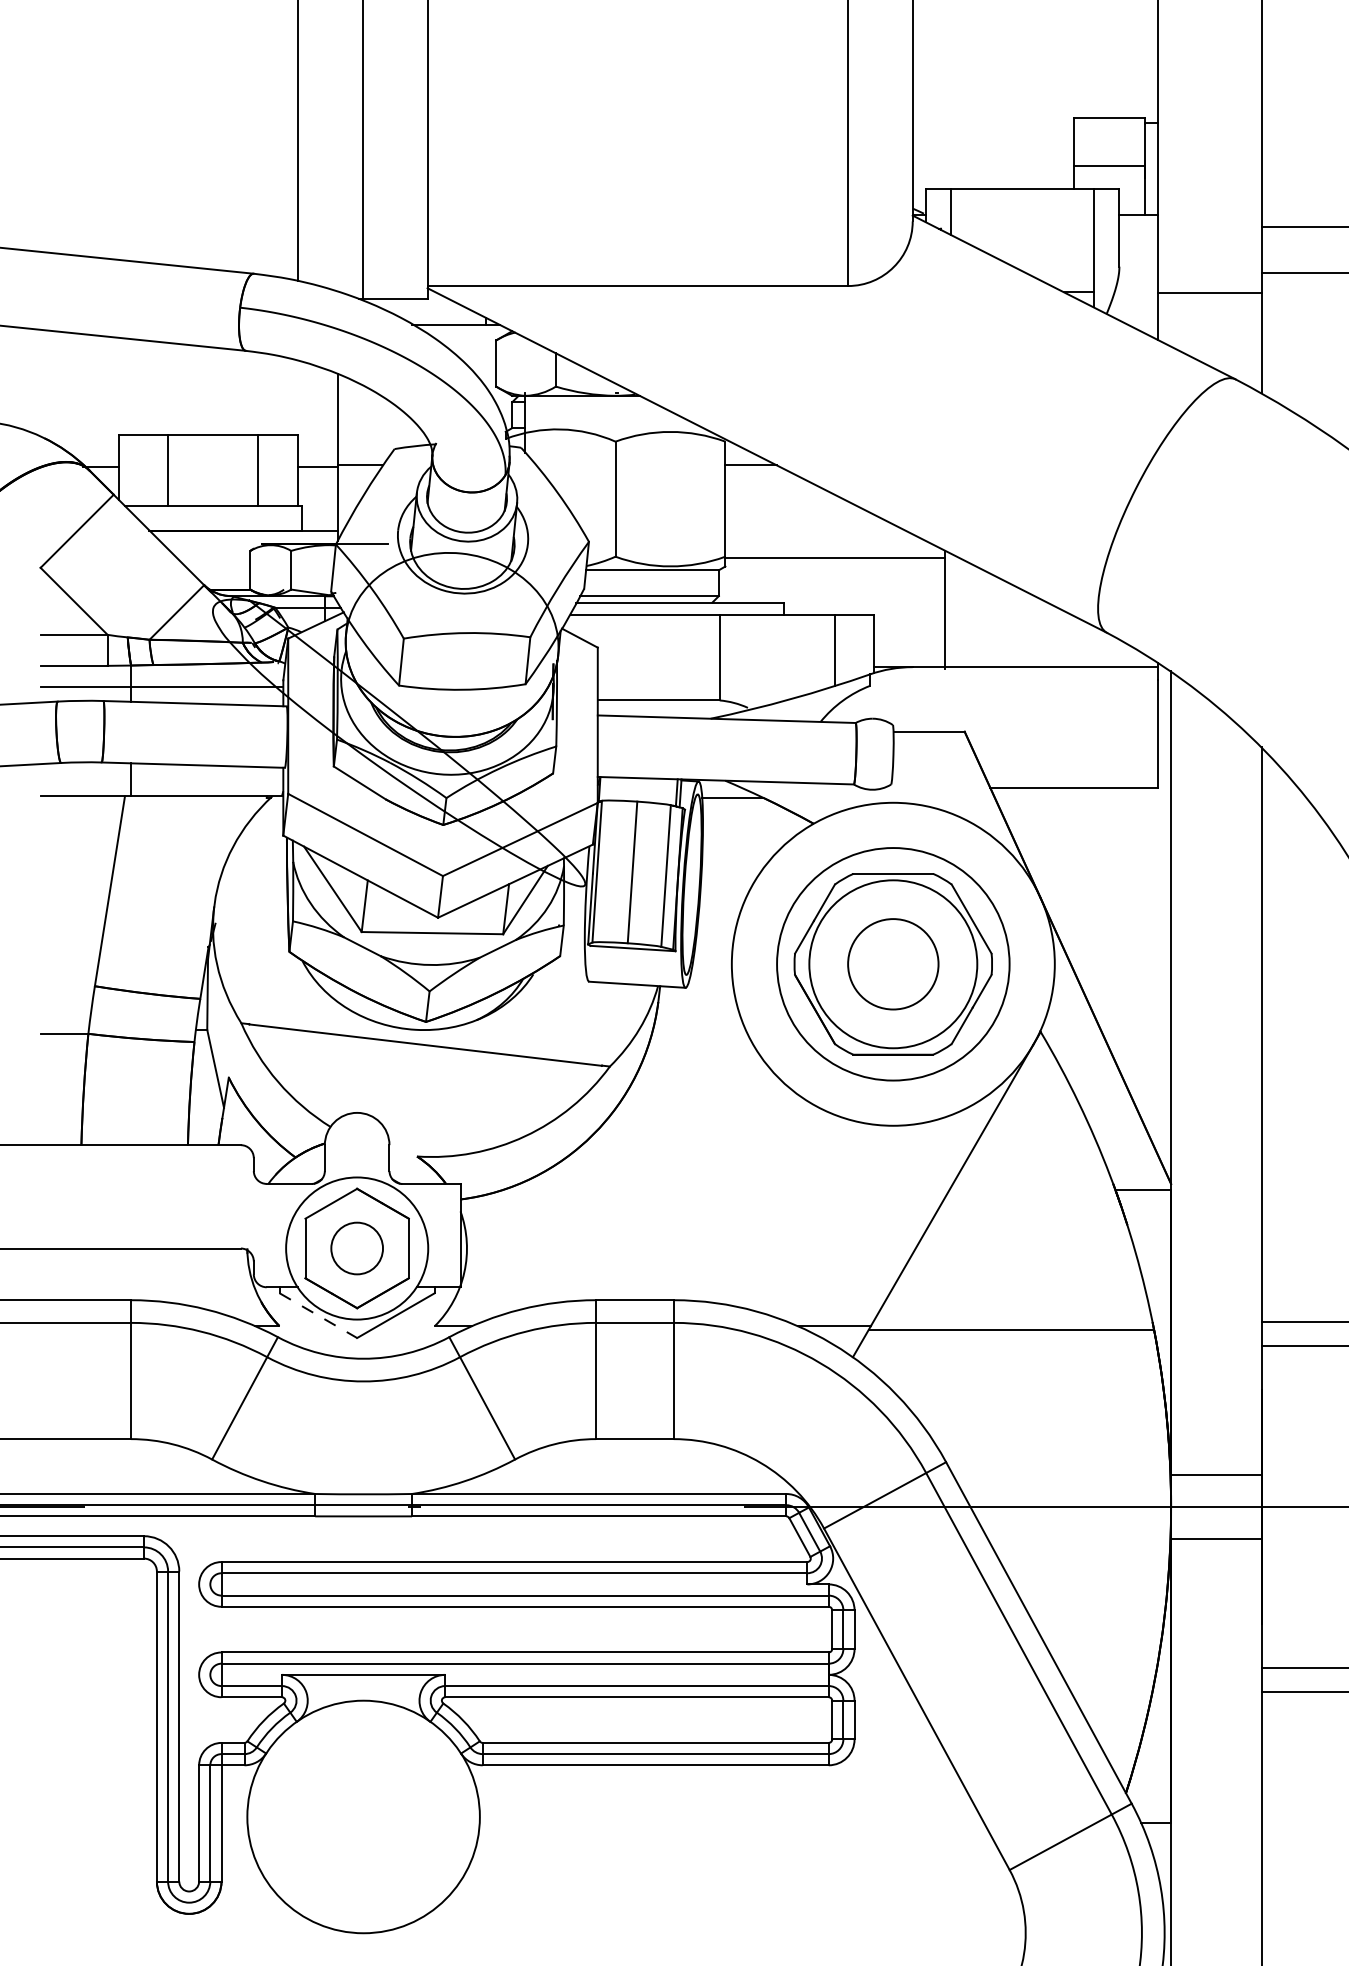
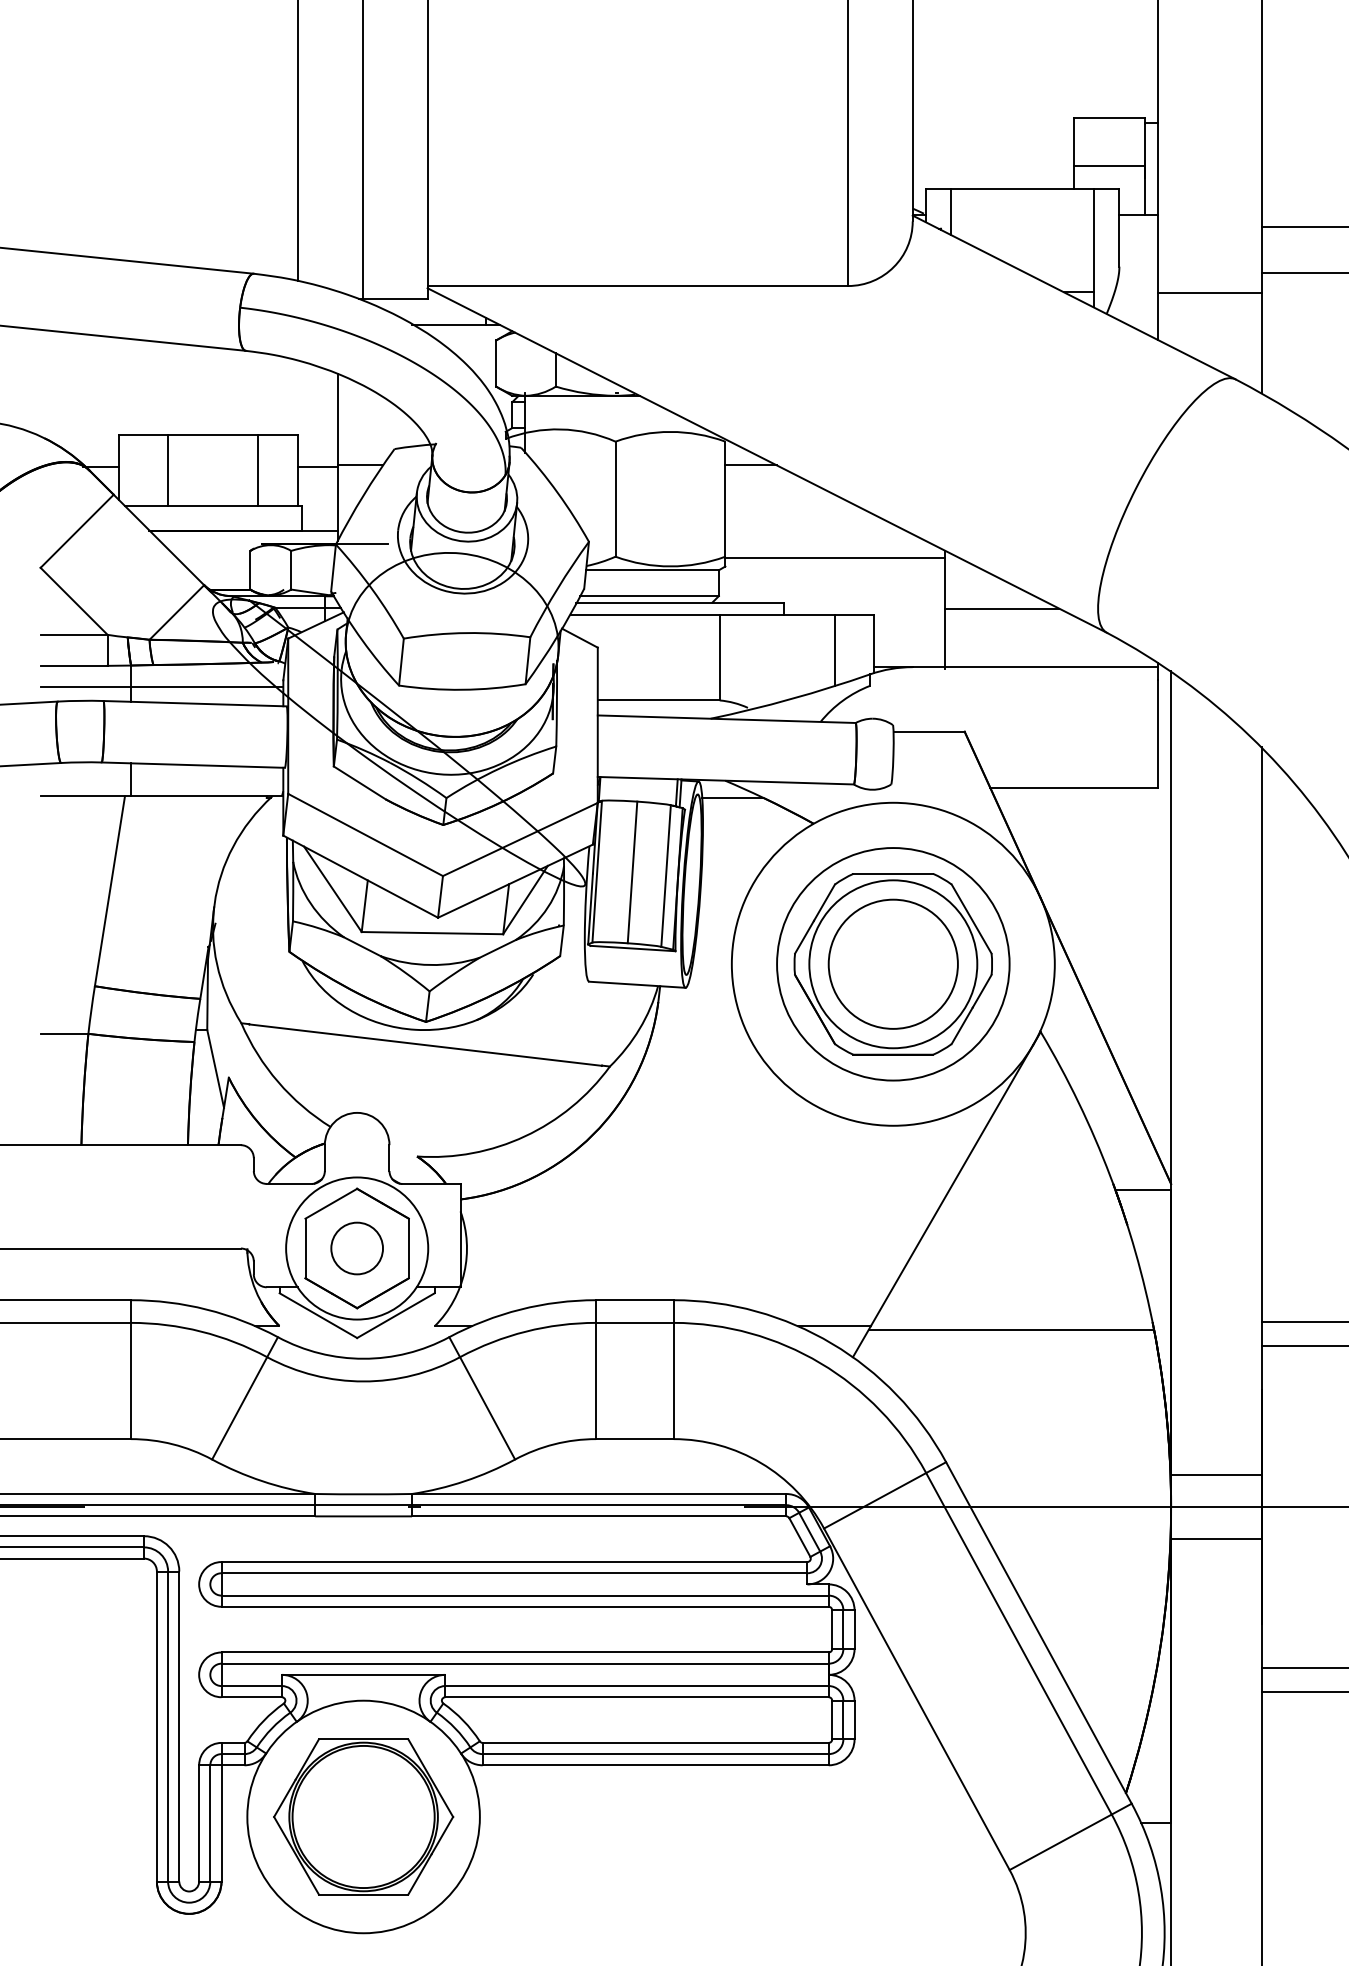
line at (1002, 608): none -> present
circle at (893, 964) diameter: 90 px -> 129 px
line at (318, 1315): dashed -> solid
part at (363, 1816): none -> present
